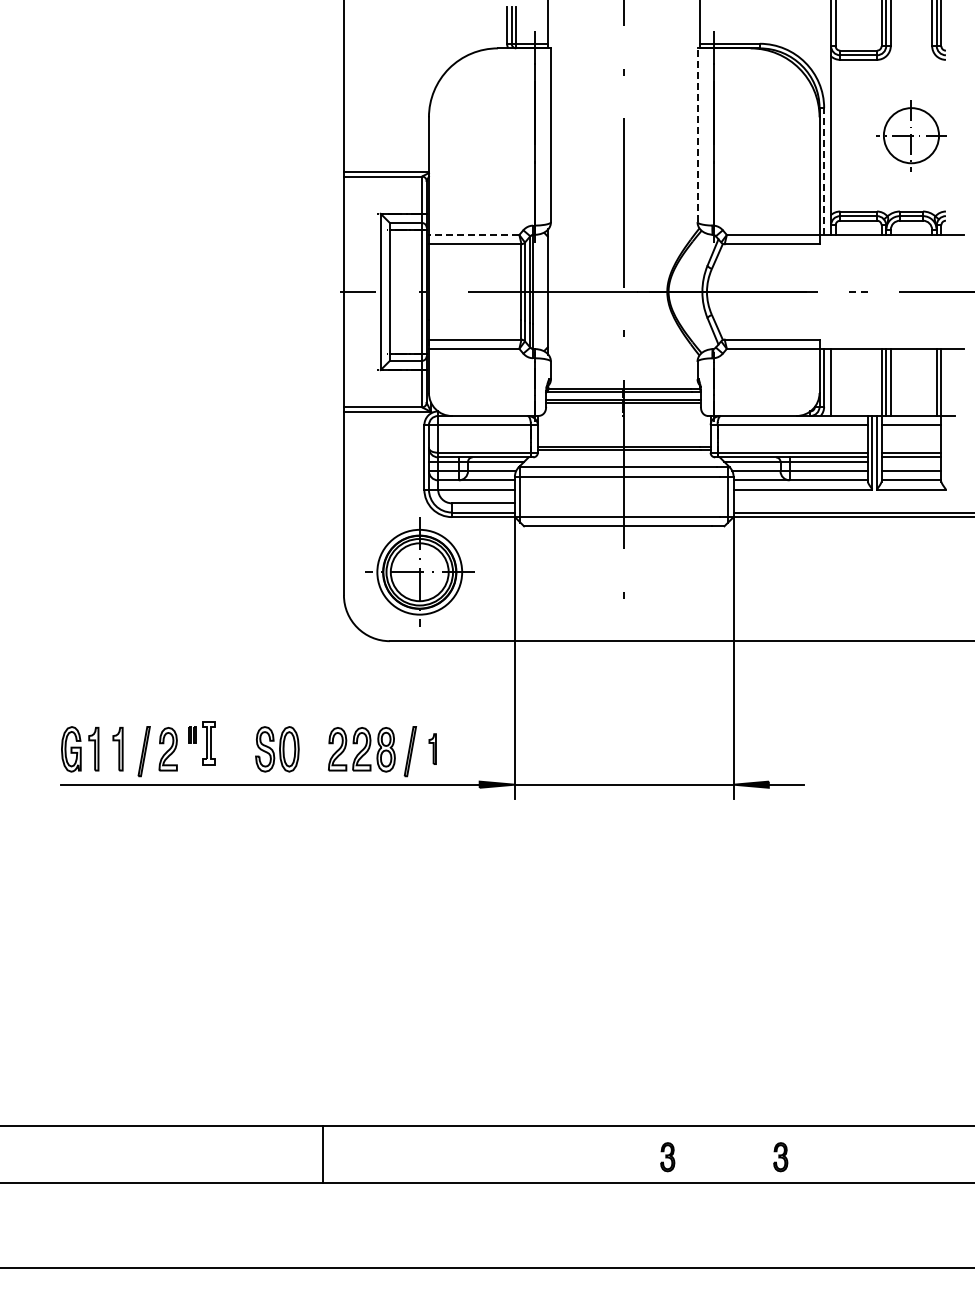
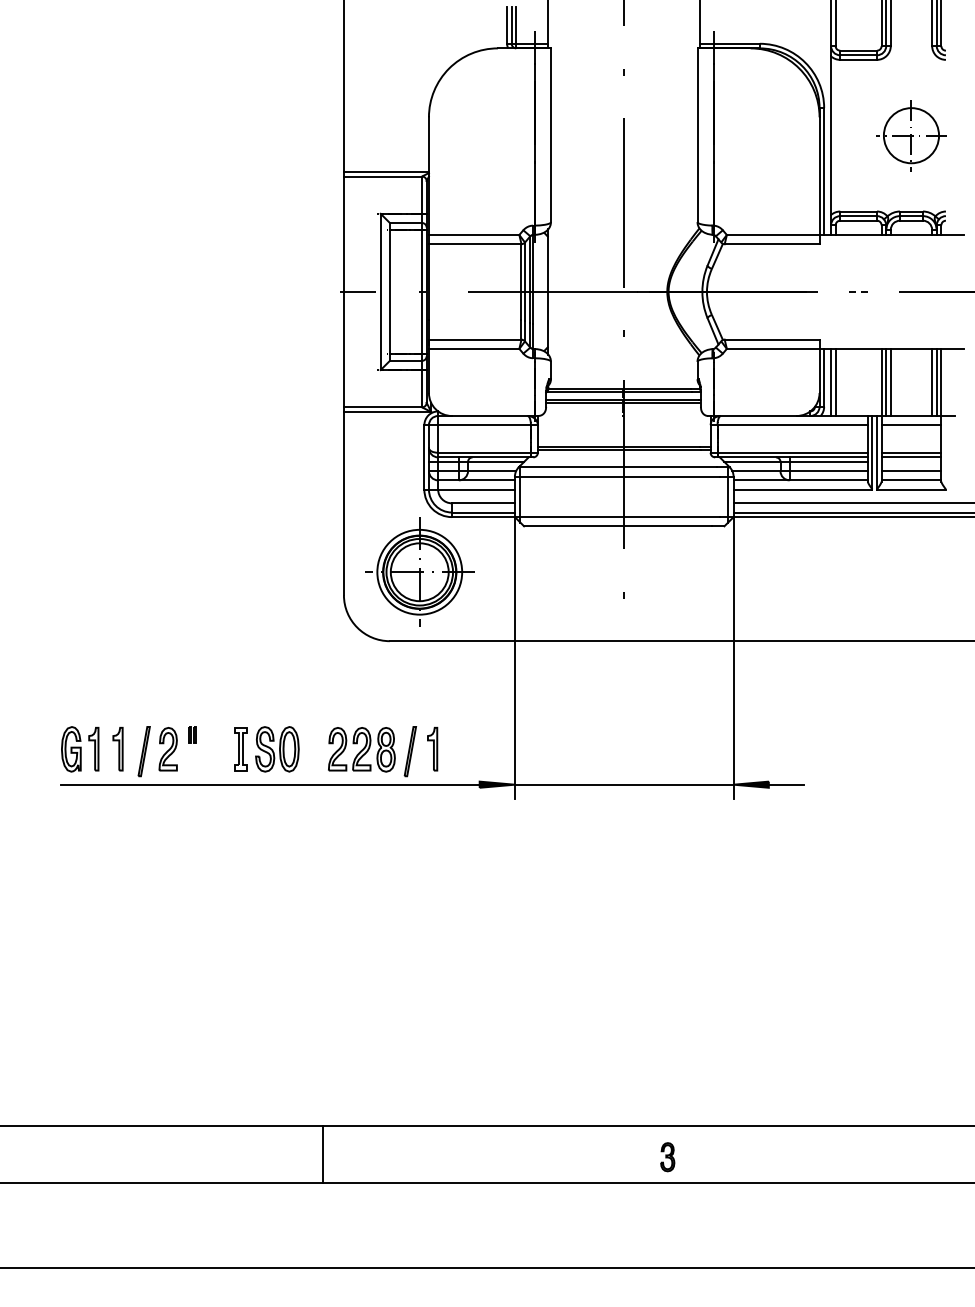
line at (697, 135): dashed -> solid
line at (824, 170): dashed -> solid
line at (473, 235): dashed -> solid
line at (835, 382): none -> present
line at (932, 382): none -> present
line at (852, 503): none -> present
part at (208, 743) position: (208, 743) -> (240, 749)
part at (432, 748) size: 9x32 px -> 12x46 px
part at (780, 1157): present -> none
